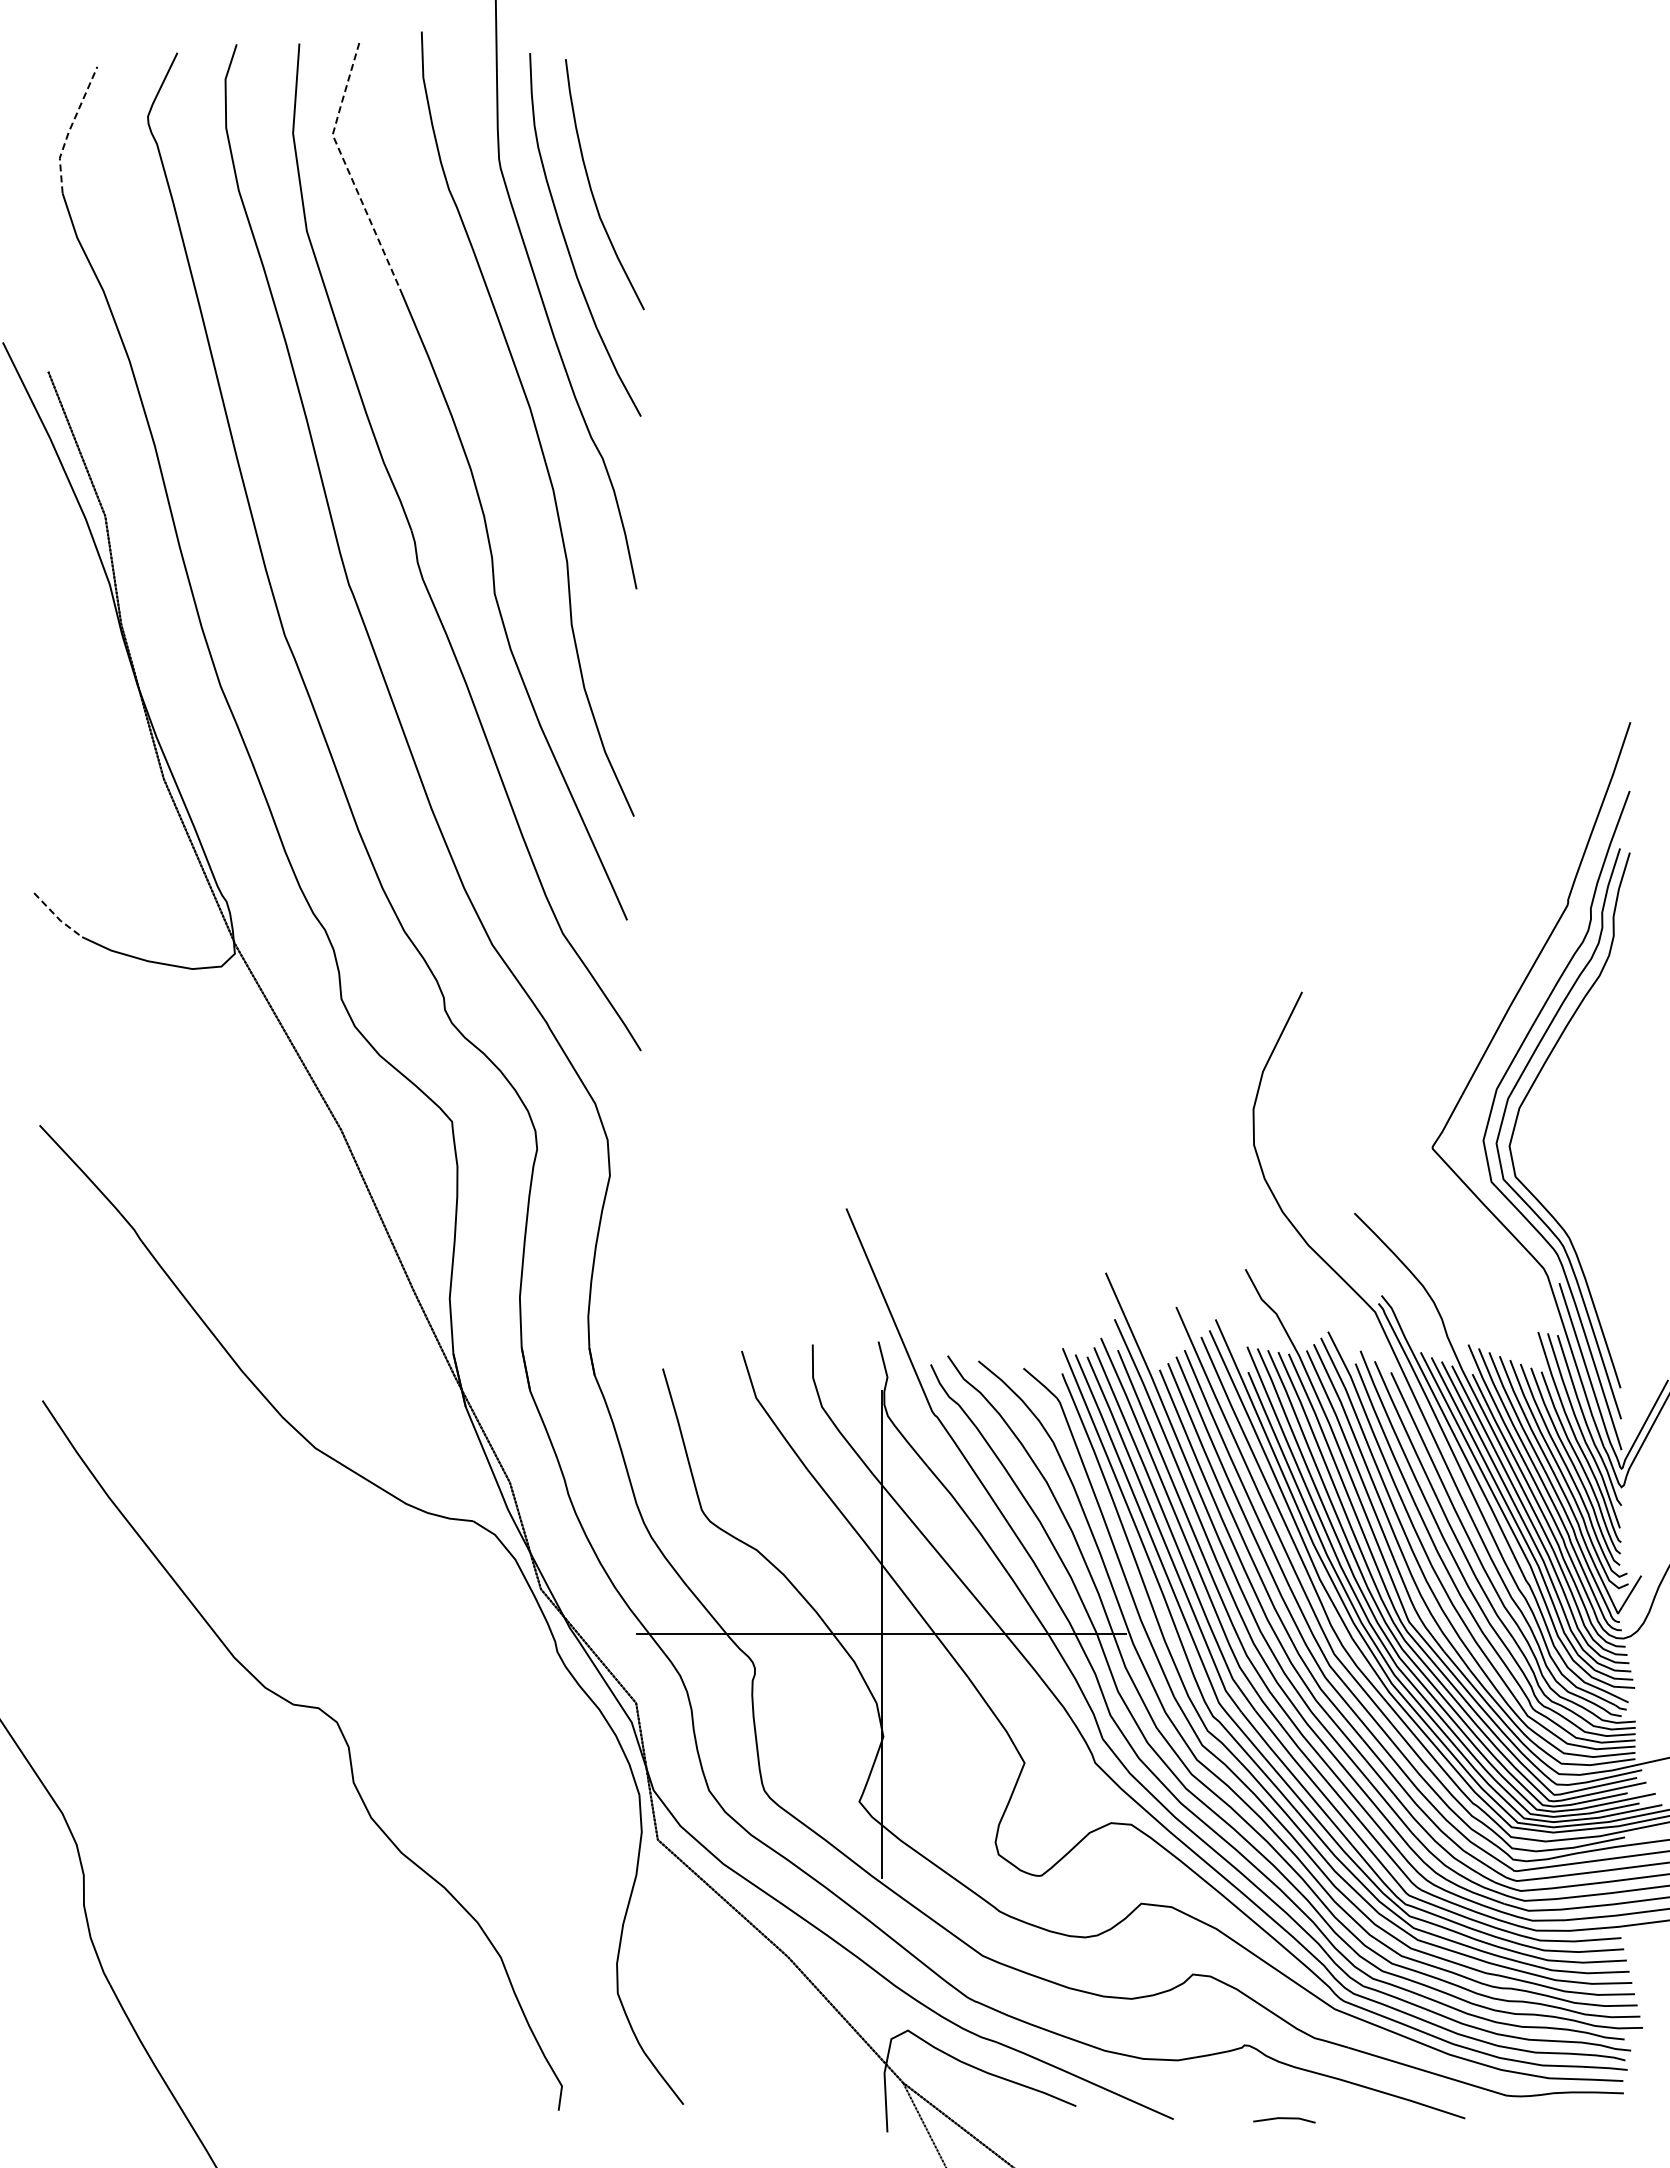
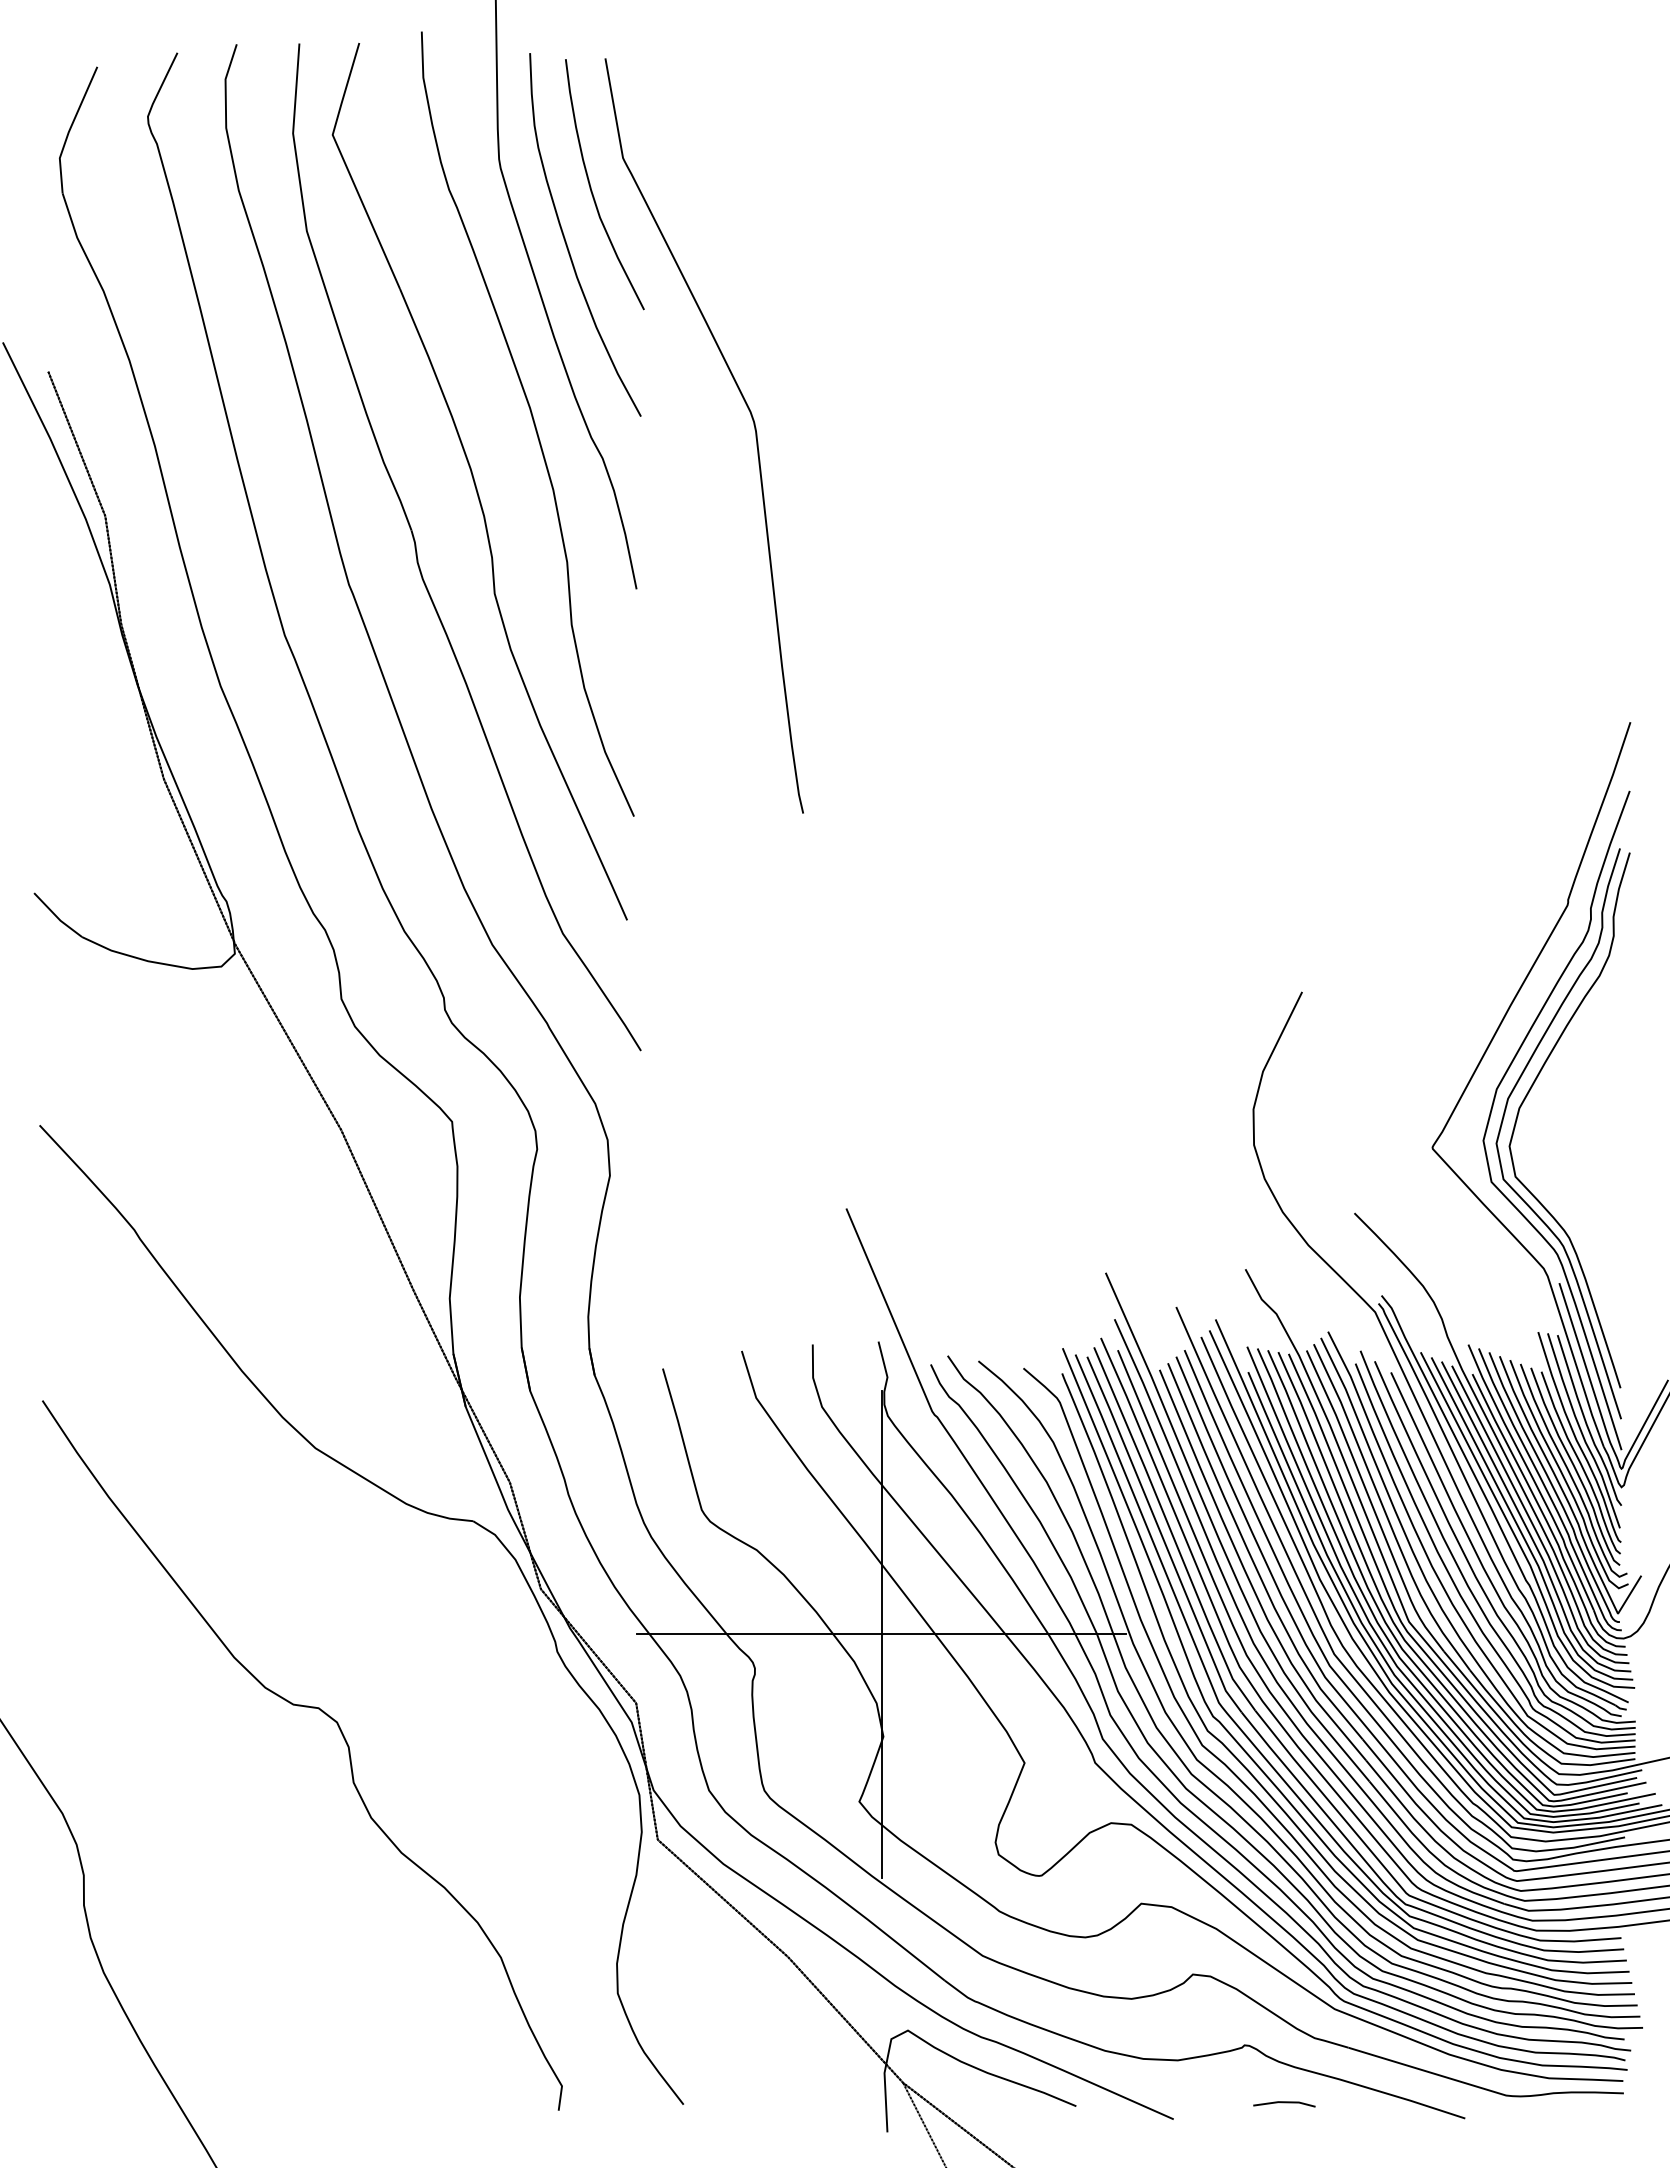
line at (69, 129): dashed -> solid
line at (346, 166): dashed -> solid
curve at (751, 418): none -> present
line at (57, 917): dashed -> solid
line at (1284, 2119) position: (1284, 2119) -> (1284, 2103)
